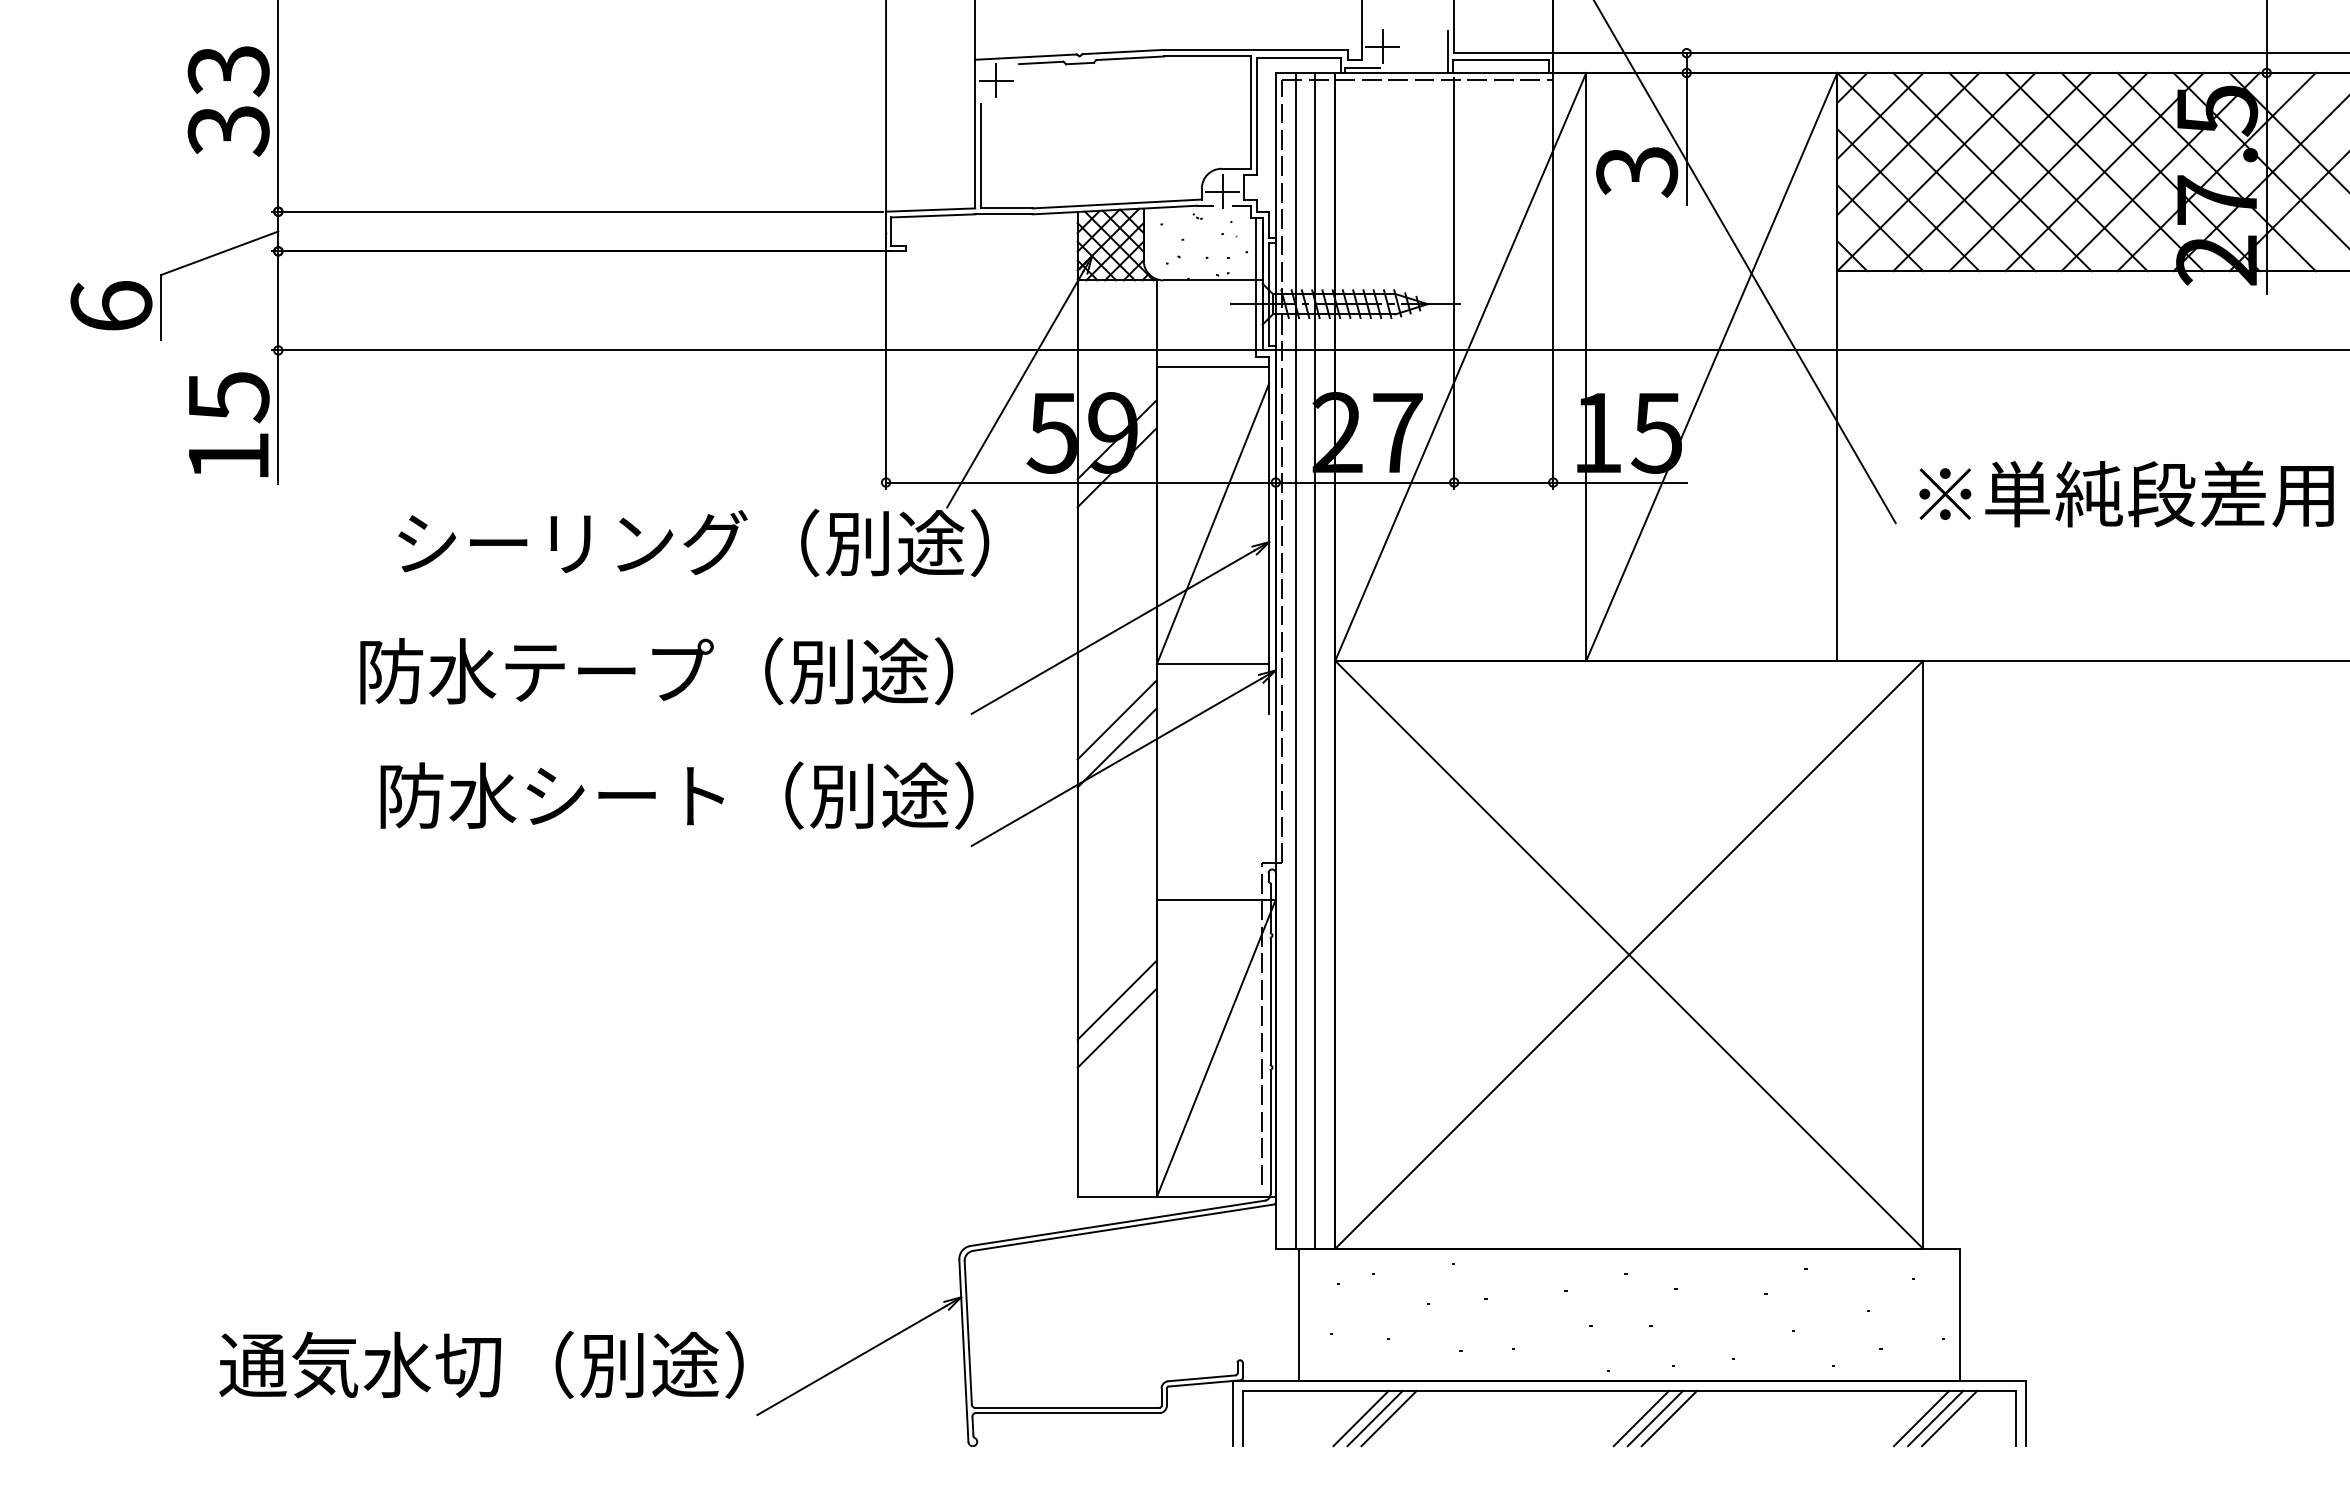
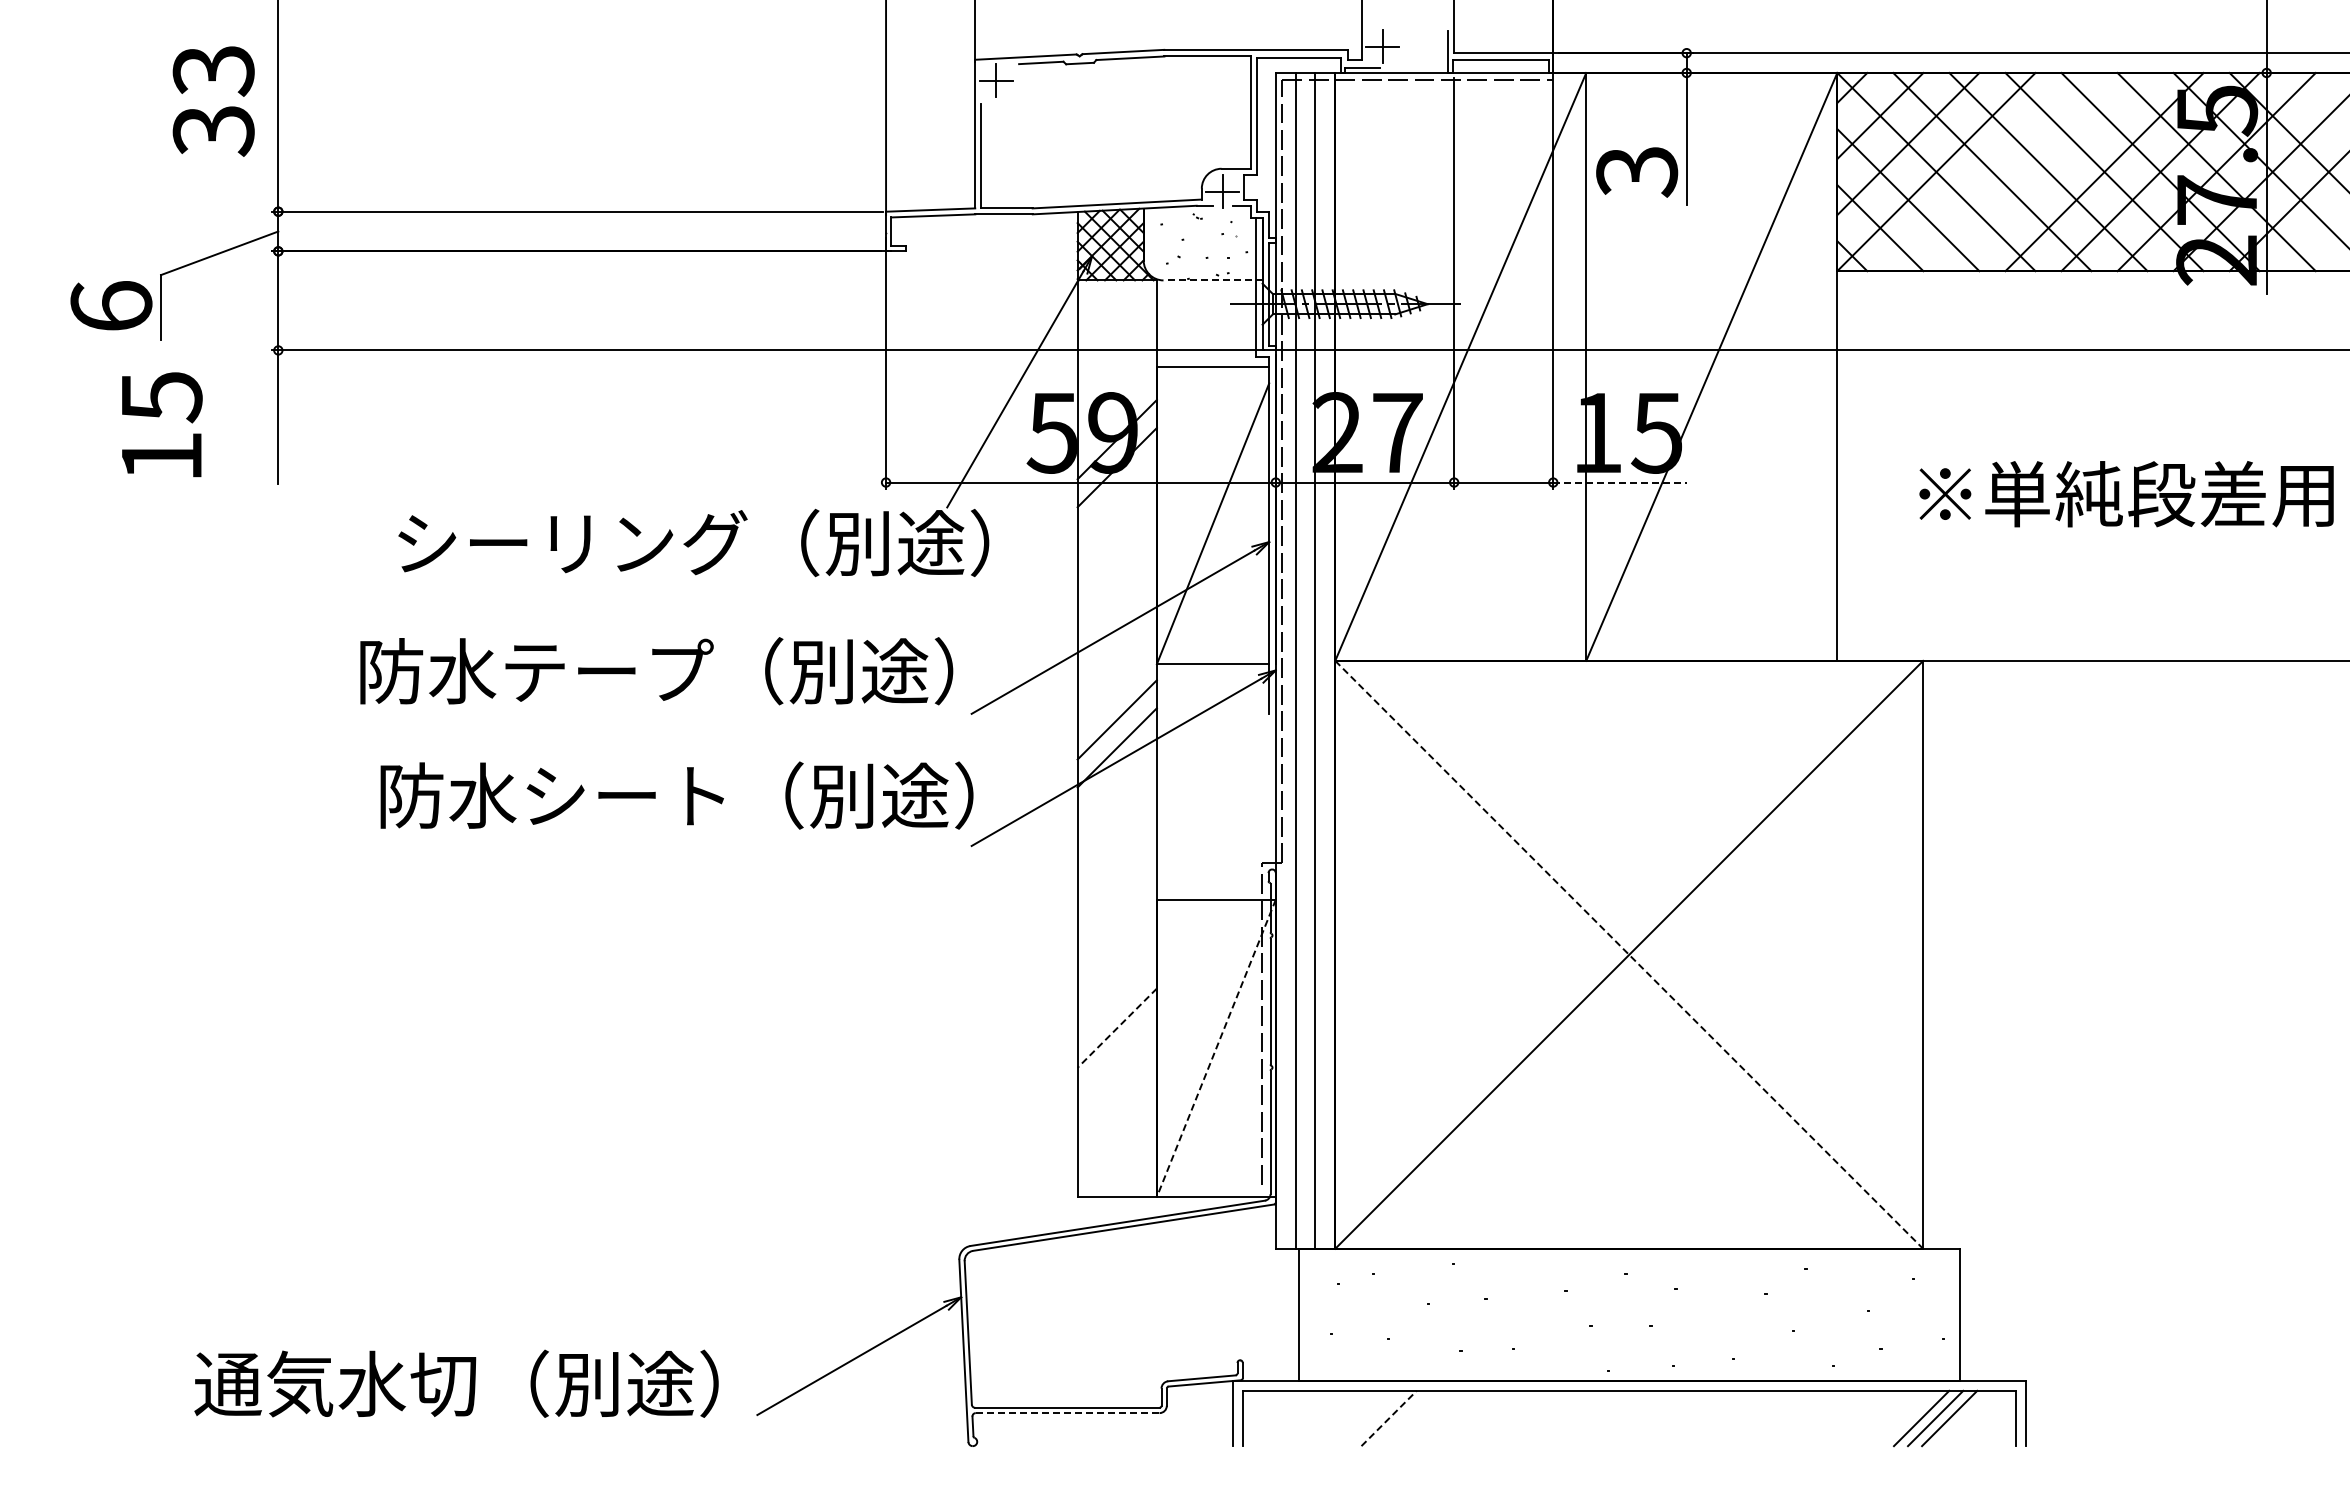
text at (228, 101) position: (228, 101) -> (213, 101)
line at (1992, 171): present -> none
line at (2048, 171): present -> none
line at (1745, 262): present -> none
line at (1213, 280): solid -> dashed
text at (229, 424) position: (229, 424) -> (162, 424)
line at (1620, 482): solid -> dashed
line at (1629, 954): solid -> dashed
line at (1116, 999): present -> none
line at (1116, 1028): solid -> dashed
line at (1216, 1048): solid -> dashed
text at (481, 1364) position: (481, 1364) -> (456, 1383)
line at (1067, 1413): solid -> dashed
line at (1360, 1418): present -> none
line at (1374, 1418): present -> none
line at (1389, 1418): solid -> dashed
line at (1641, 1418): present -> none
line at (1655, 1418): present -> none
line at (1669, 1418): present -> none
